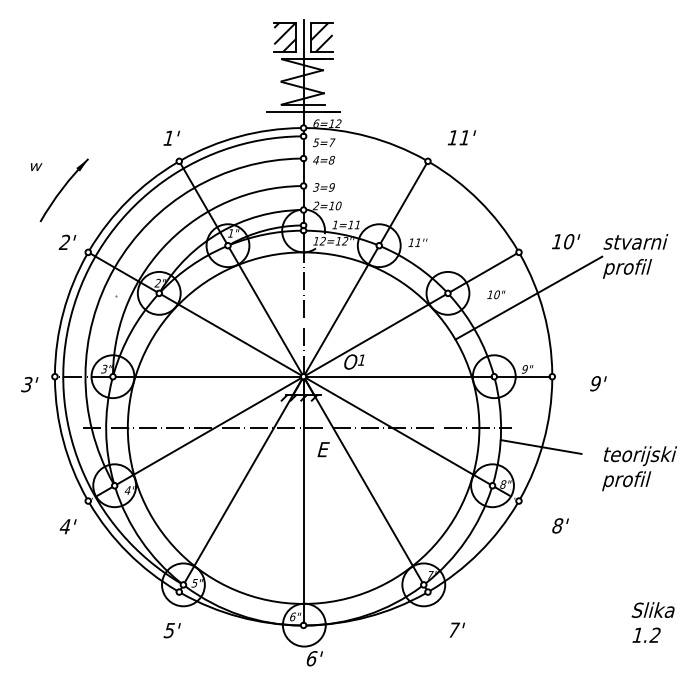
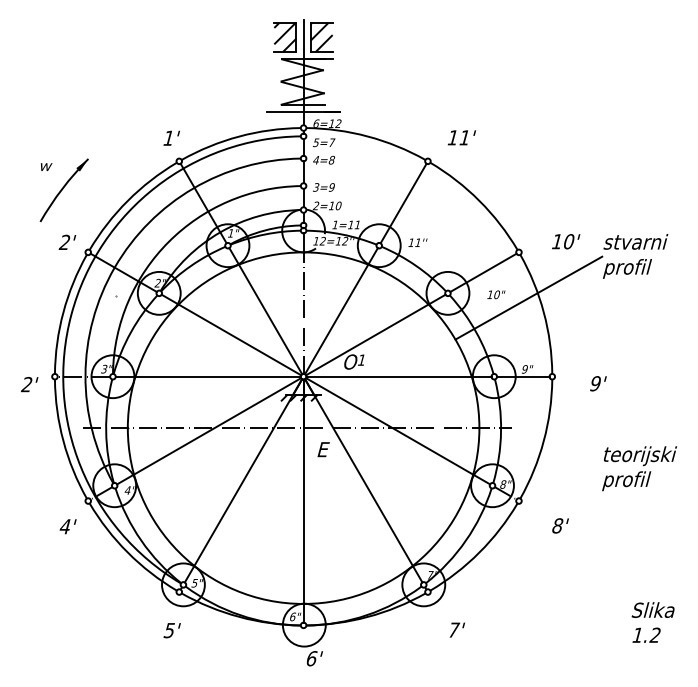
text at (36, 167) position: (36, 167) -> (46, 167)
text at (26, 384): 3' -> 2'
line at (540, 446): present -> none
